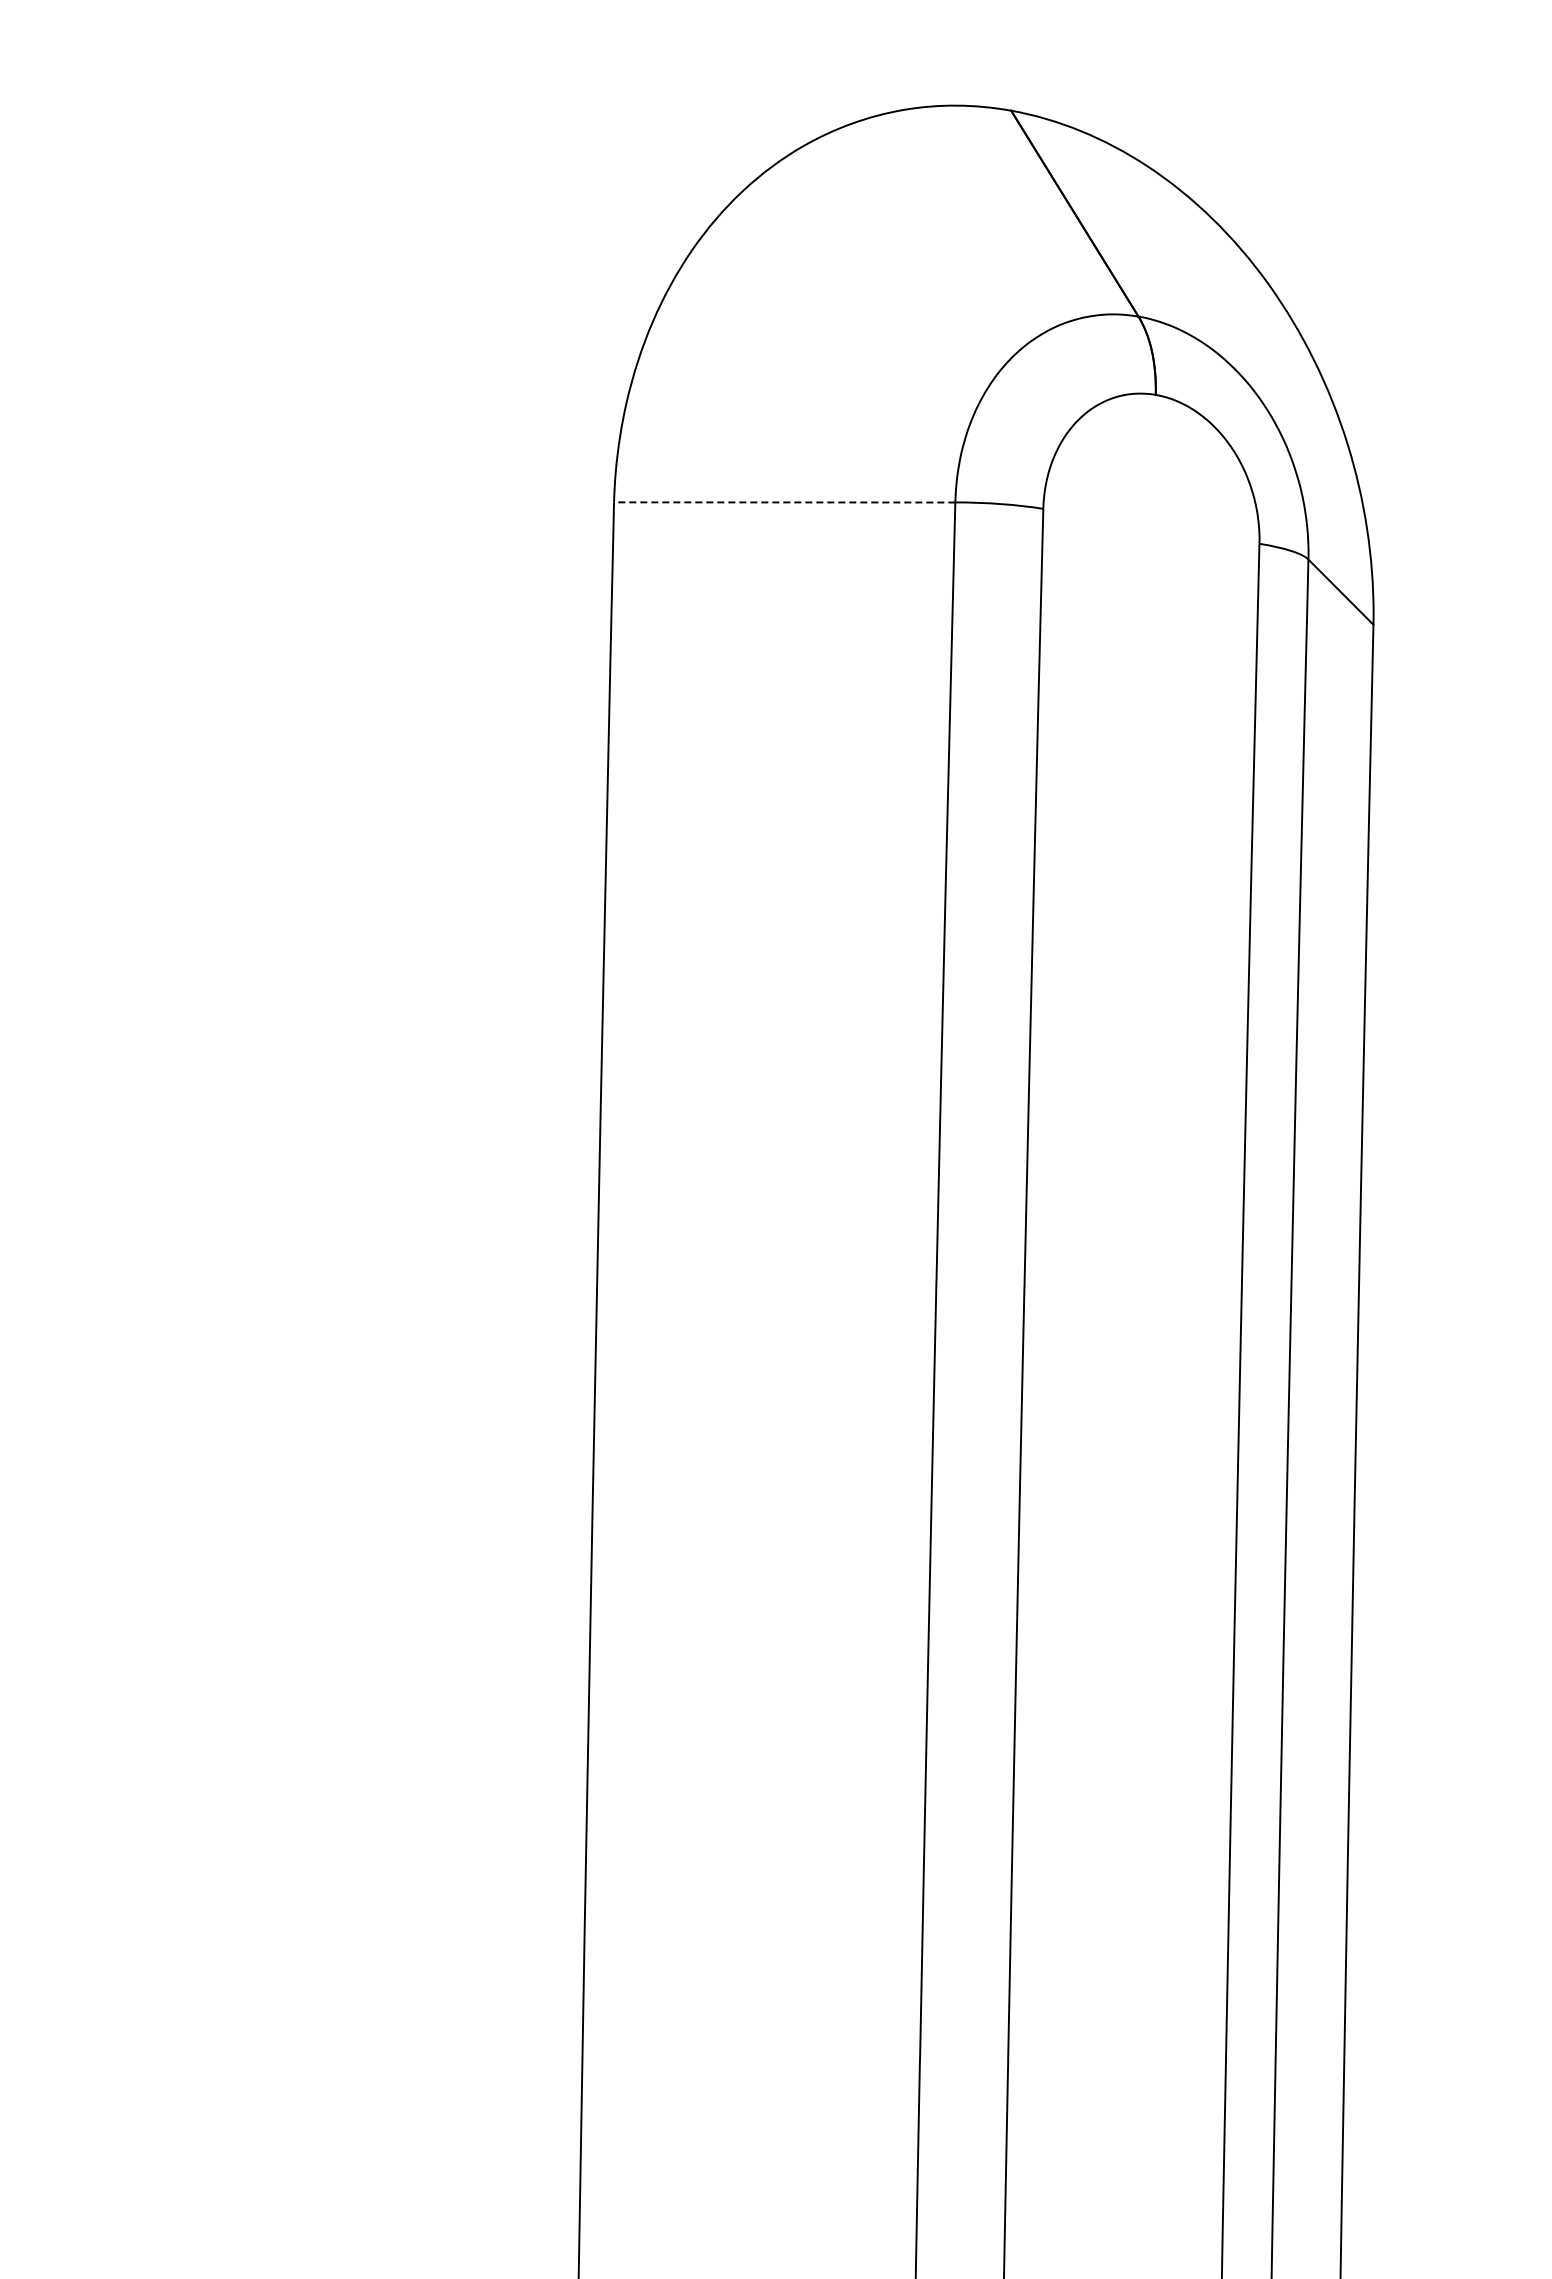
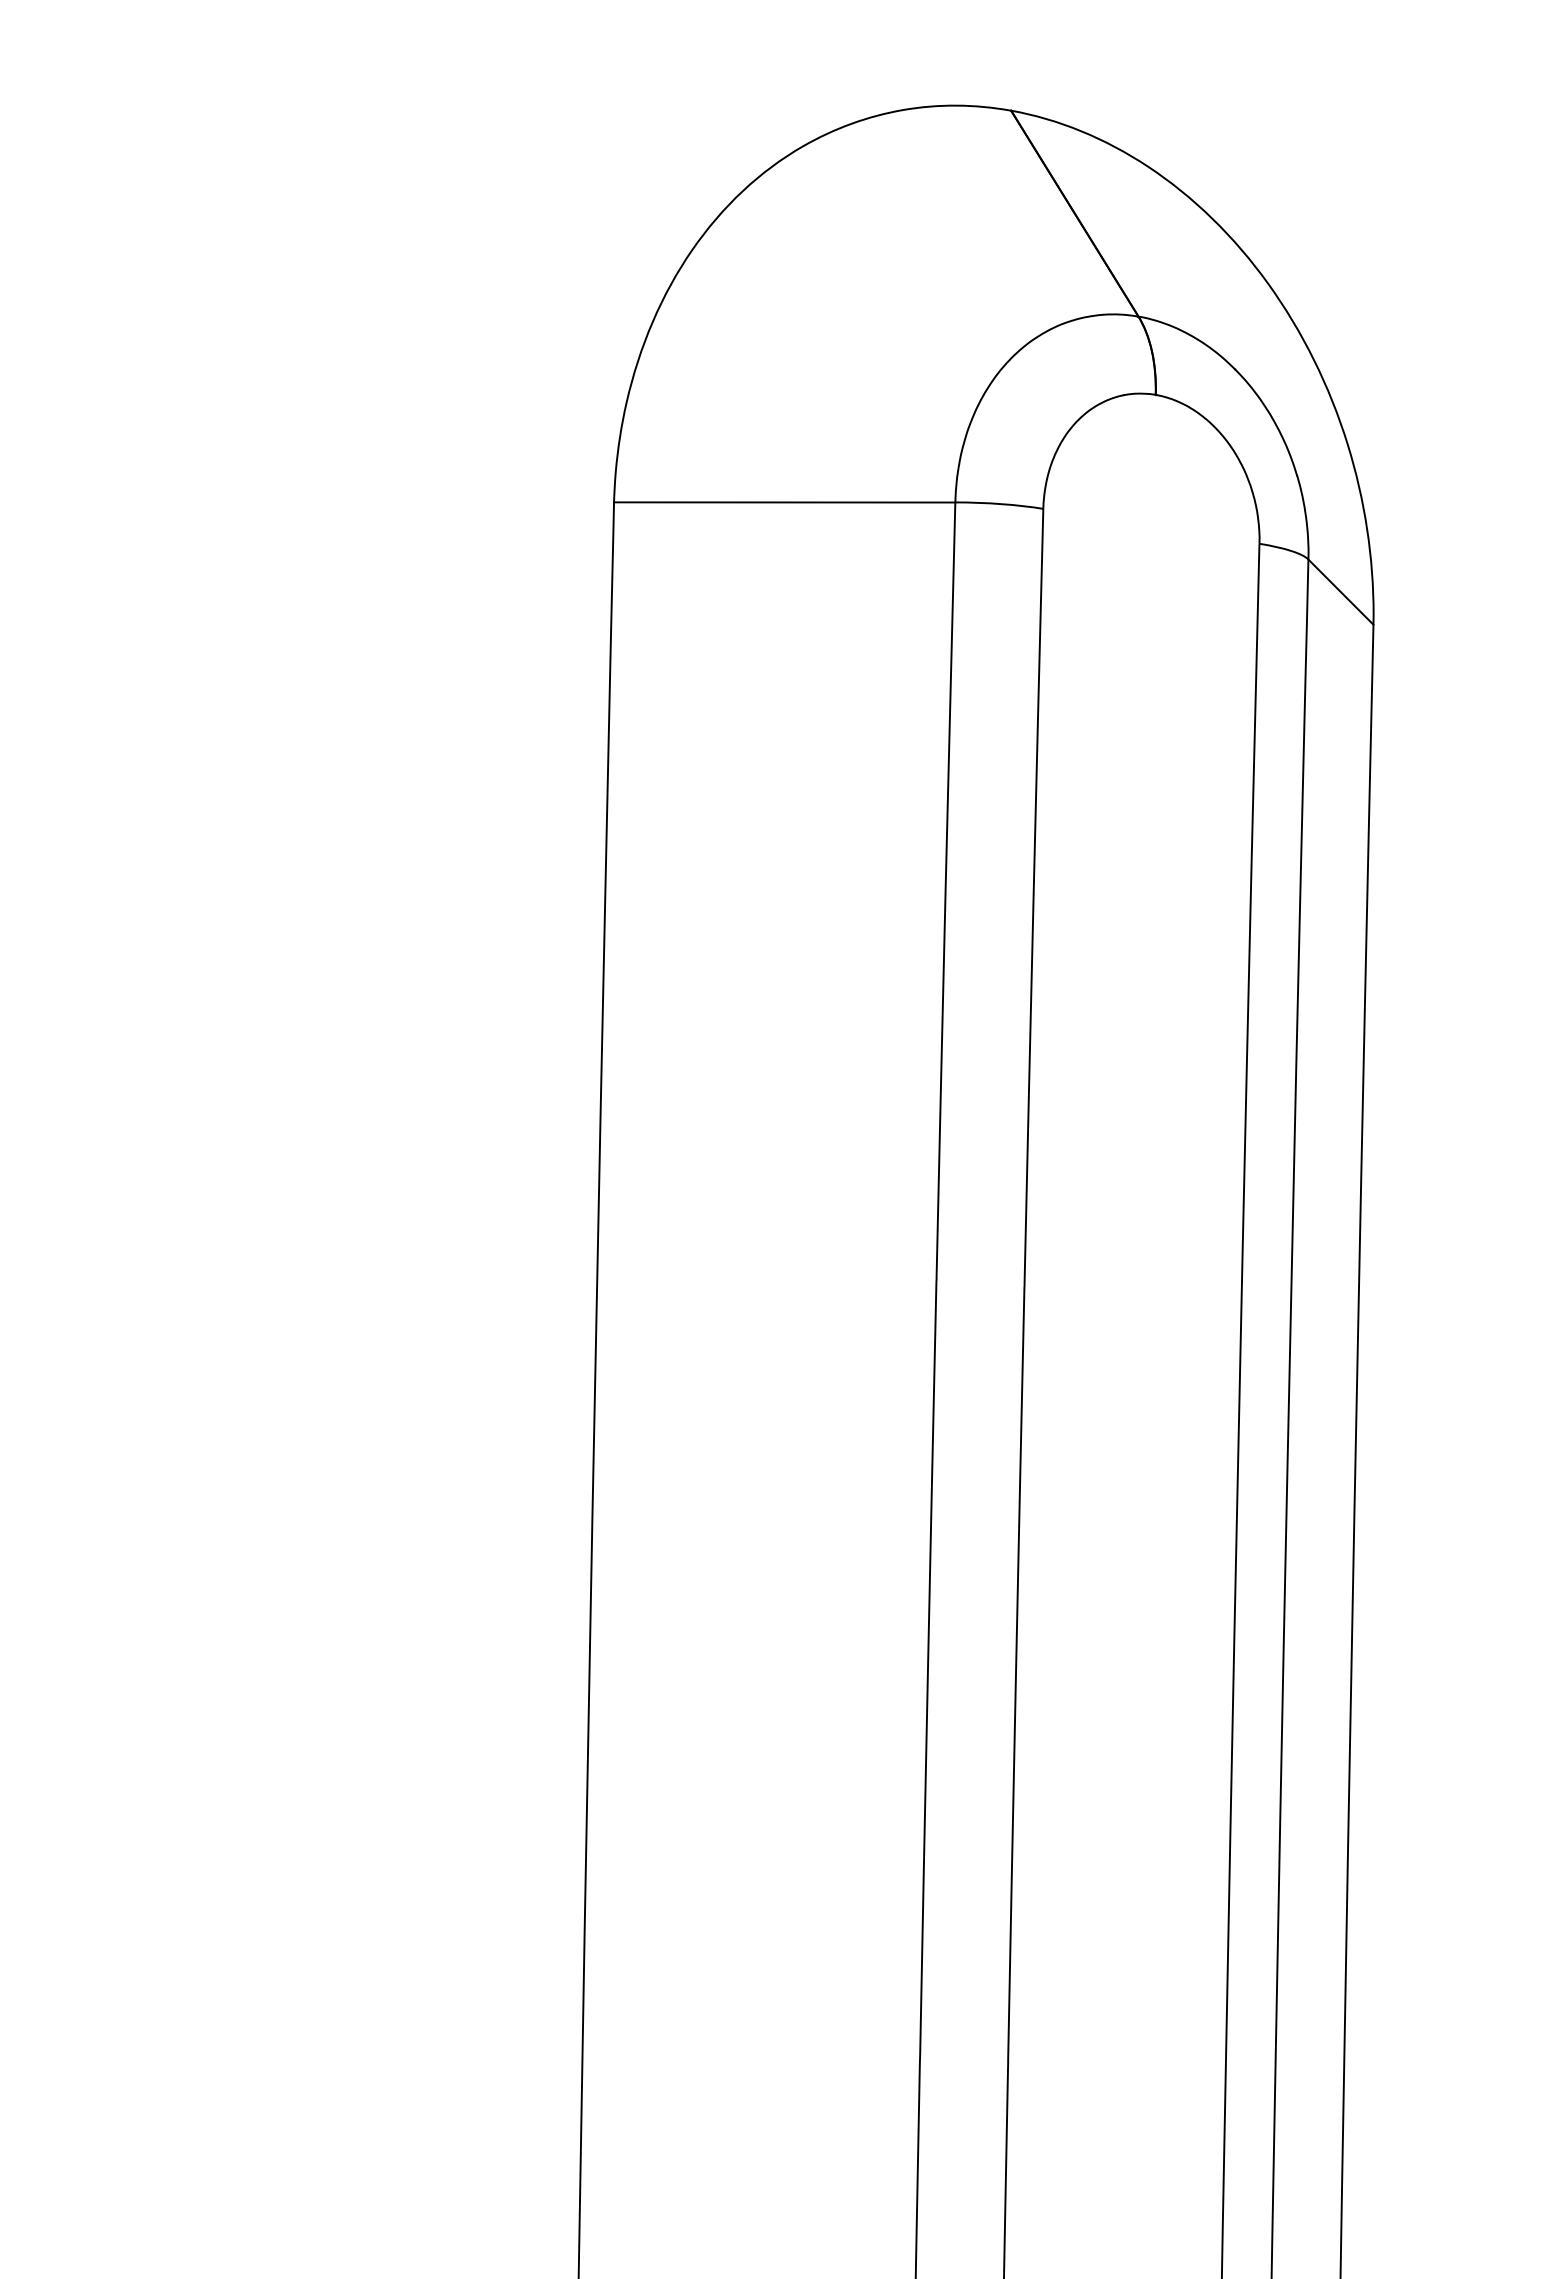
line at (784, 502): dashed -> solid
